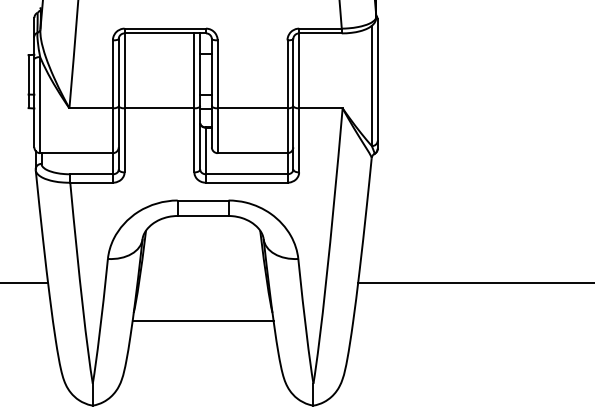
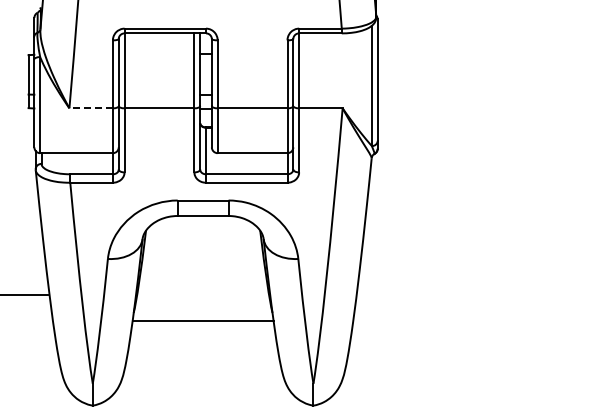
line at (91, 108): solid -> dashed
line at (25, 282) position: (25, 282) -> (25, 294)
line at (474, 282): present -> none
